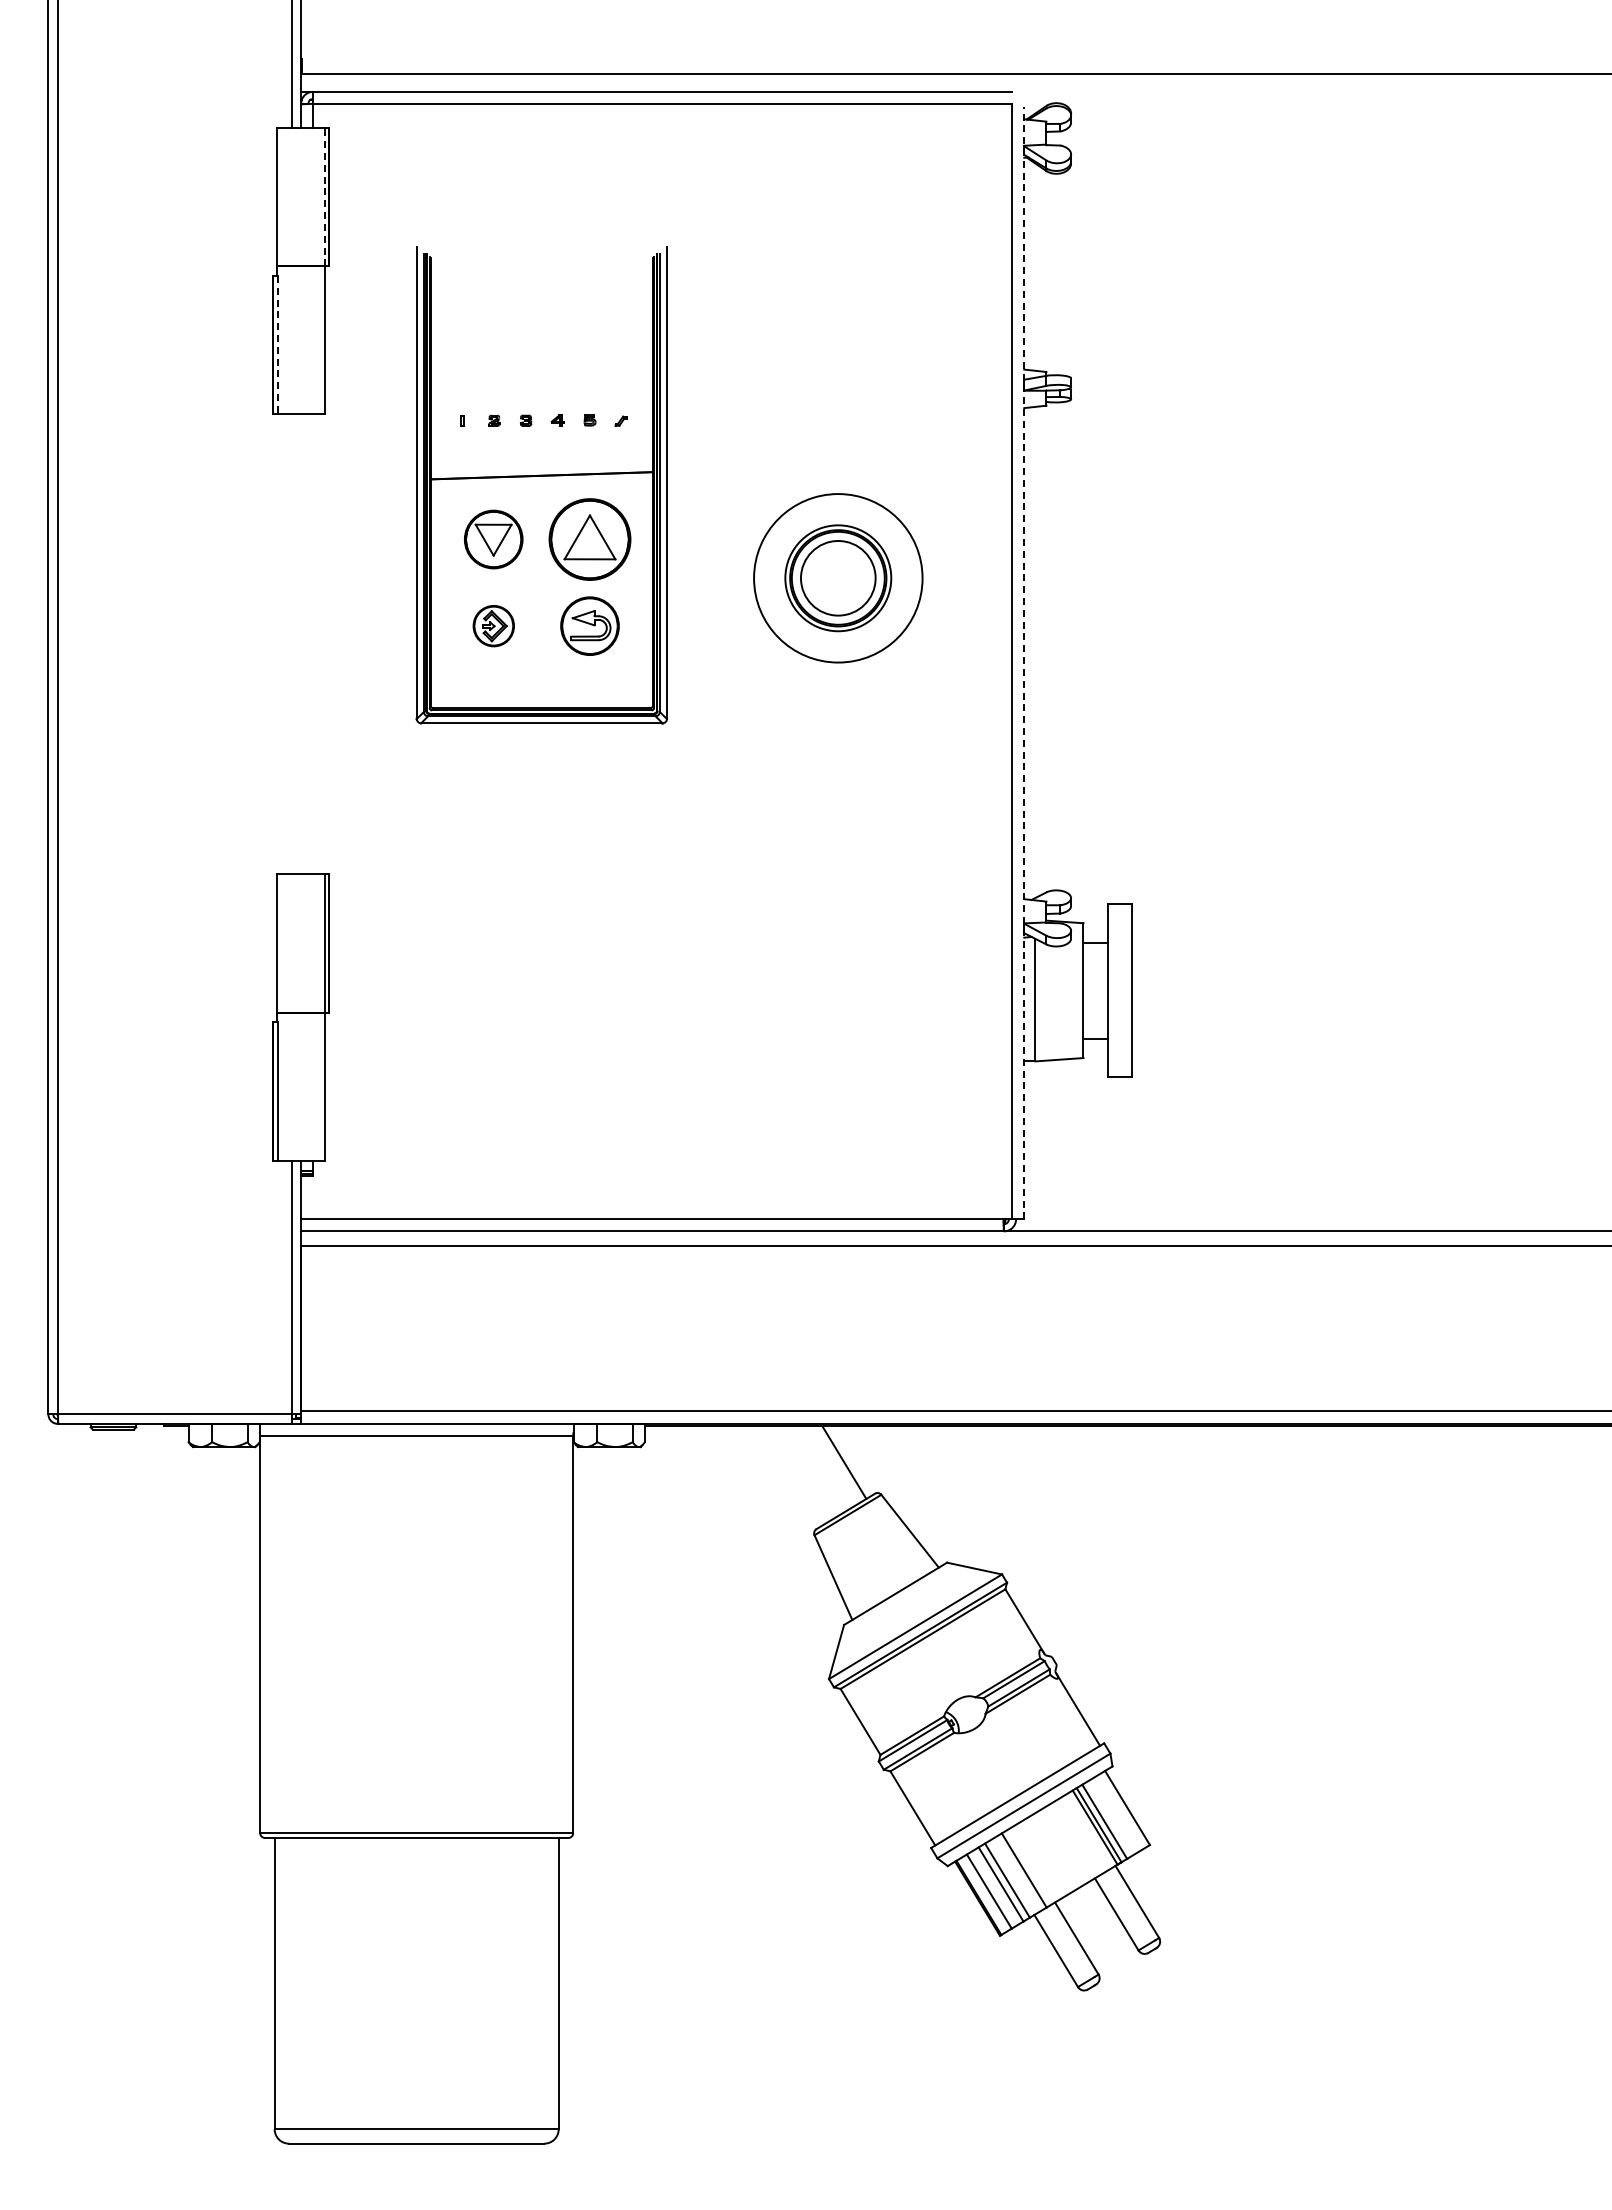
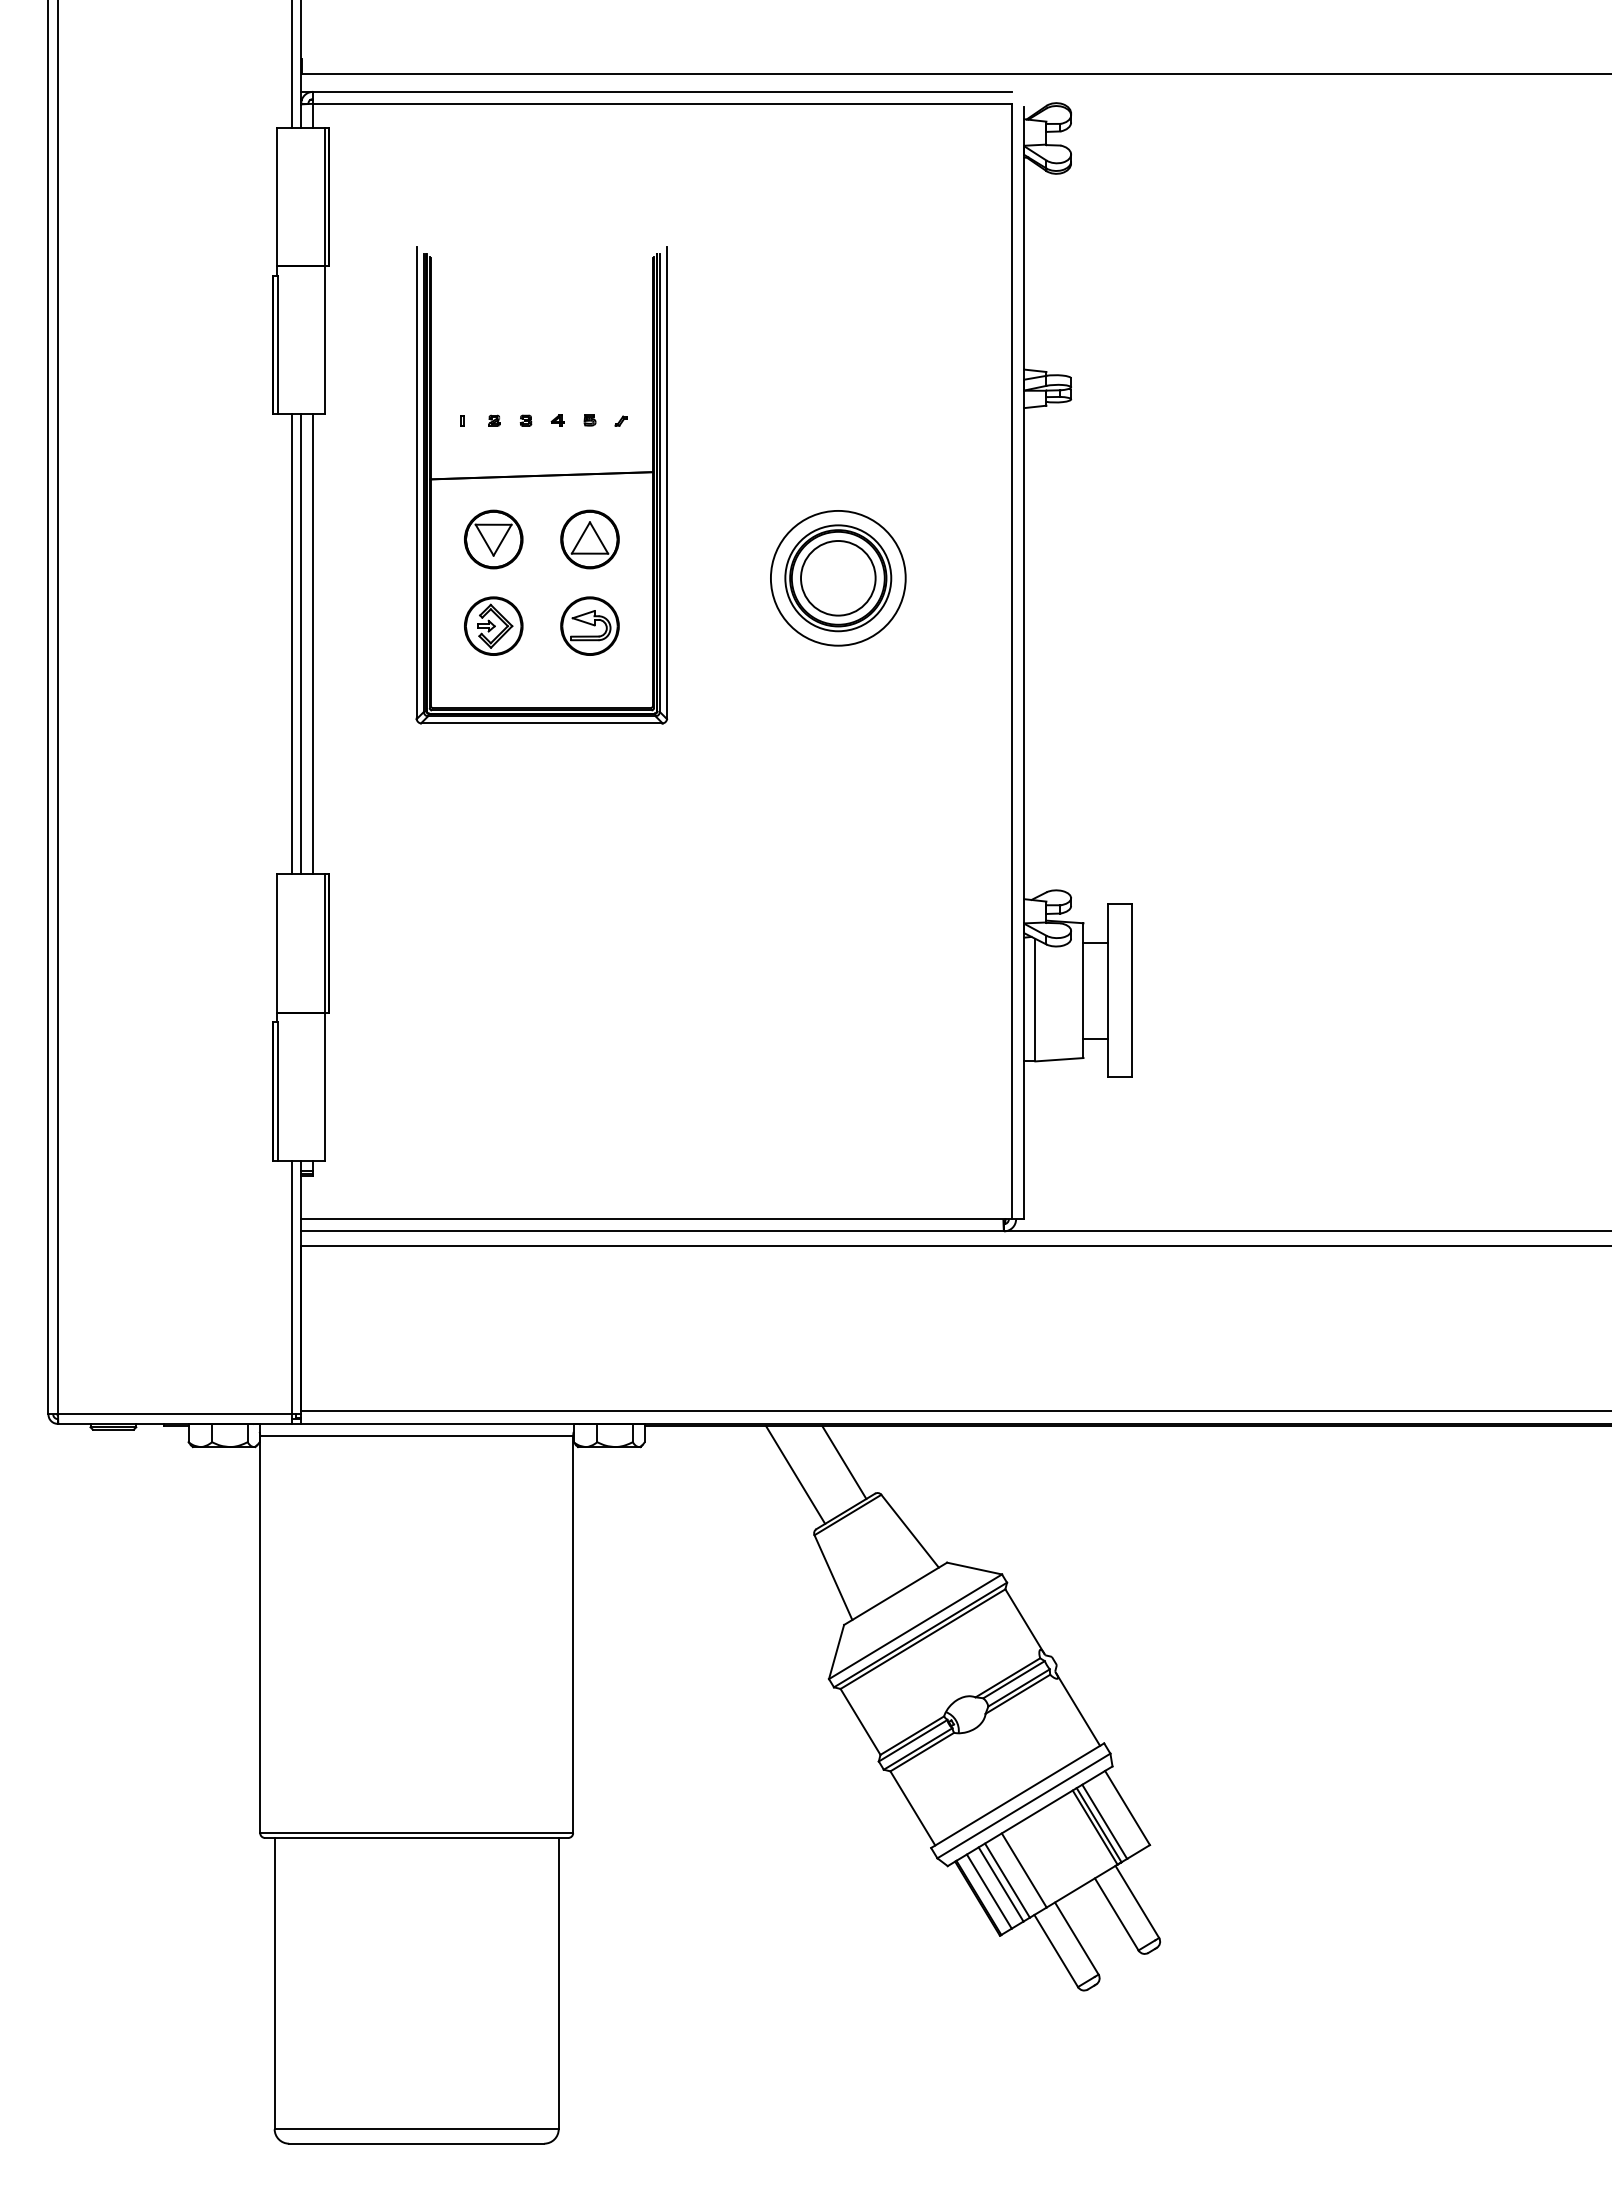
line at (324, 196): dashed -> solid
line at (277, 345): dashed -> solid
part at (589, 539) size: 84x83 px -> 60x61 px
circle at (838, 578) diameter: 169 px -> 135 px
part at (493, 626) size: 43x43 px -> 60x60 px
line at (291, 644): none -> present
line at (301, 644): none -> present
line at (313, 644): none -> present
line at (1024, 662): dashed -> solid
line at (795, 1474): none -> present
